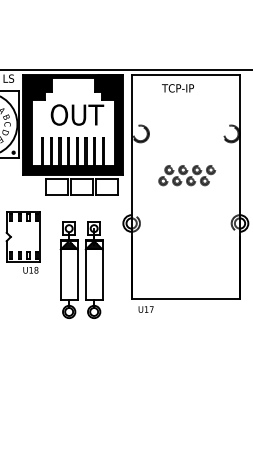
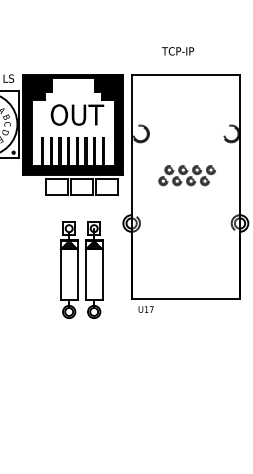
line at (125, 70): present -> none
text at (177, 88) position: (177, 88) -> (177, 51)
part at (22, 242): present -> none
